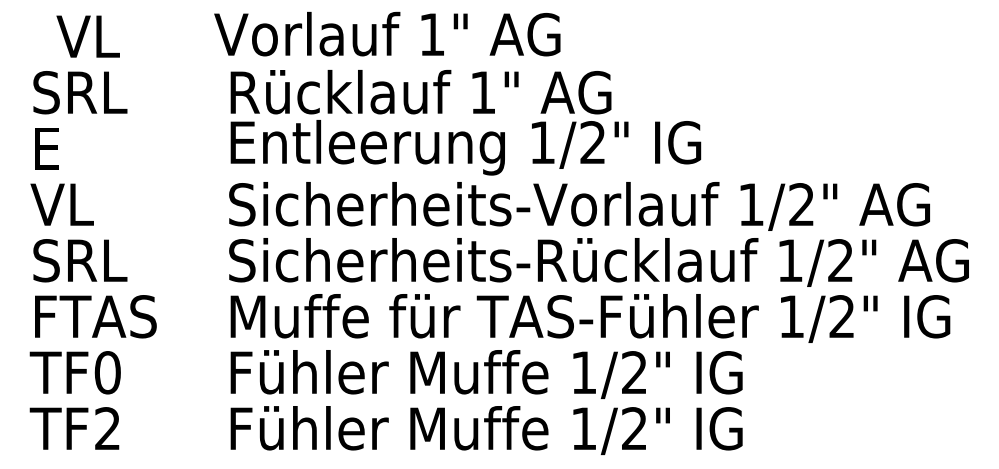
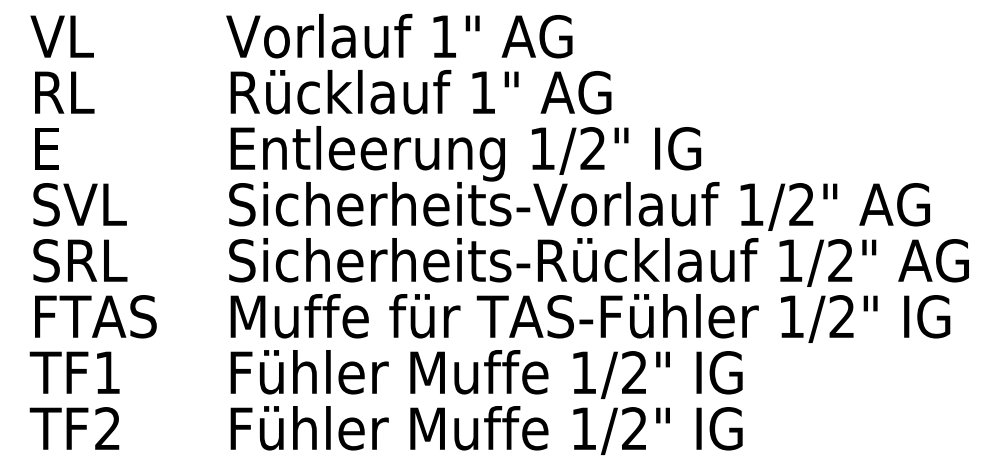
text at (387, 33) position: (387, 33) -> (399, 35)
text at (87, 36) position: (87, 36) -> (61, 36)
text at (80, 92): SRL -> RL
text at (465, 147) position: (465, 147) -> (465, 153)
text at (78, 204): VL -> SVL
text at (107, 372): TF0 -> TF1
